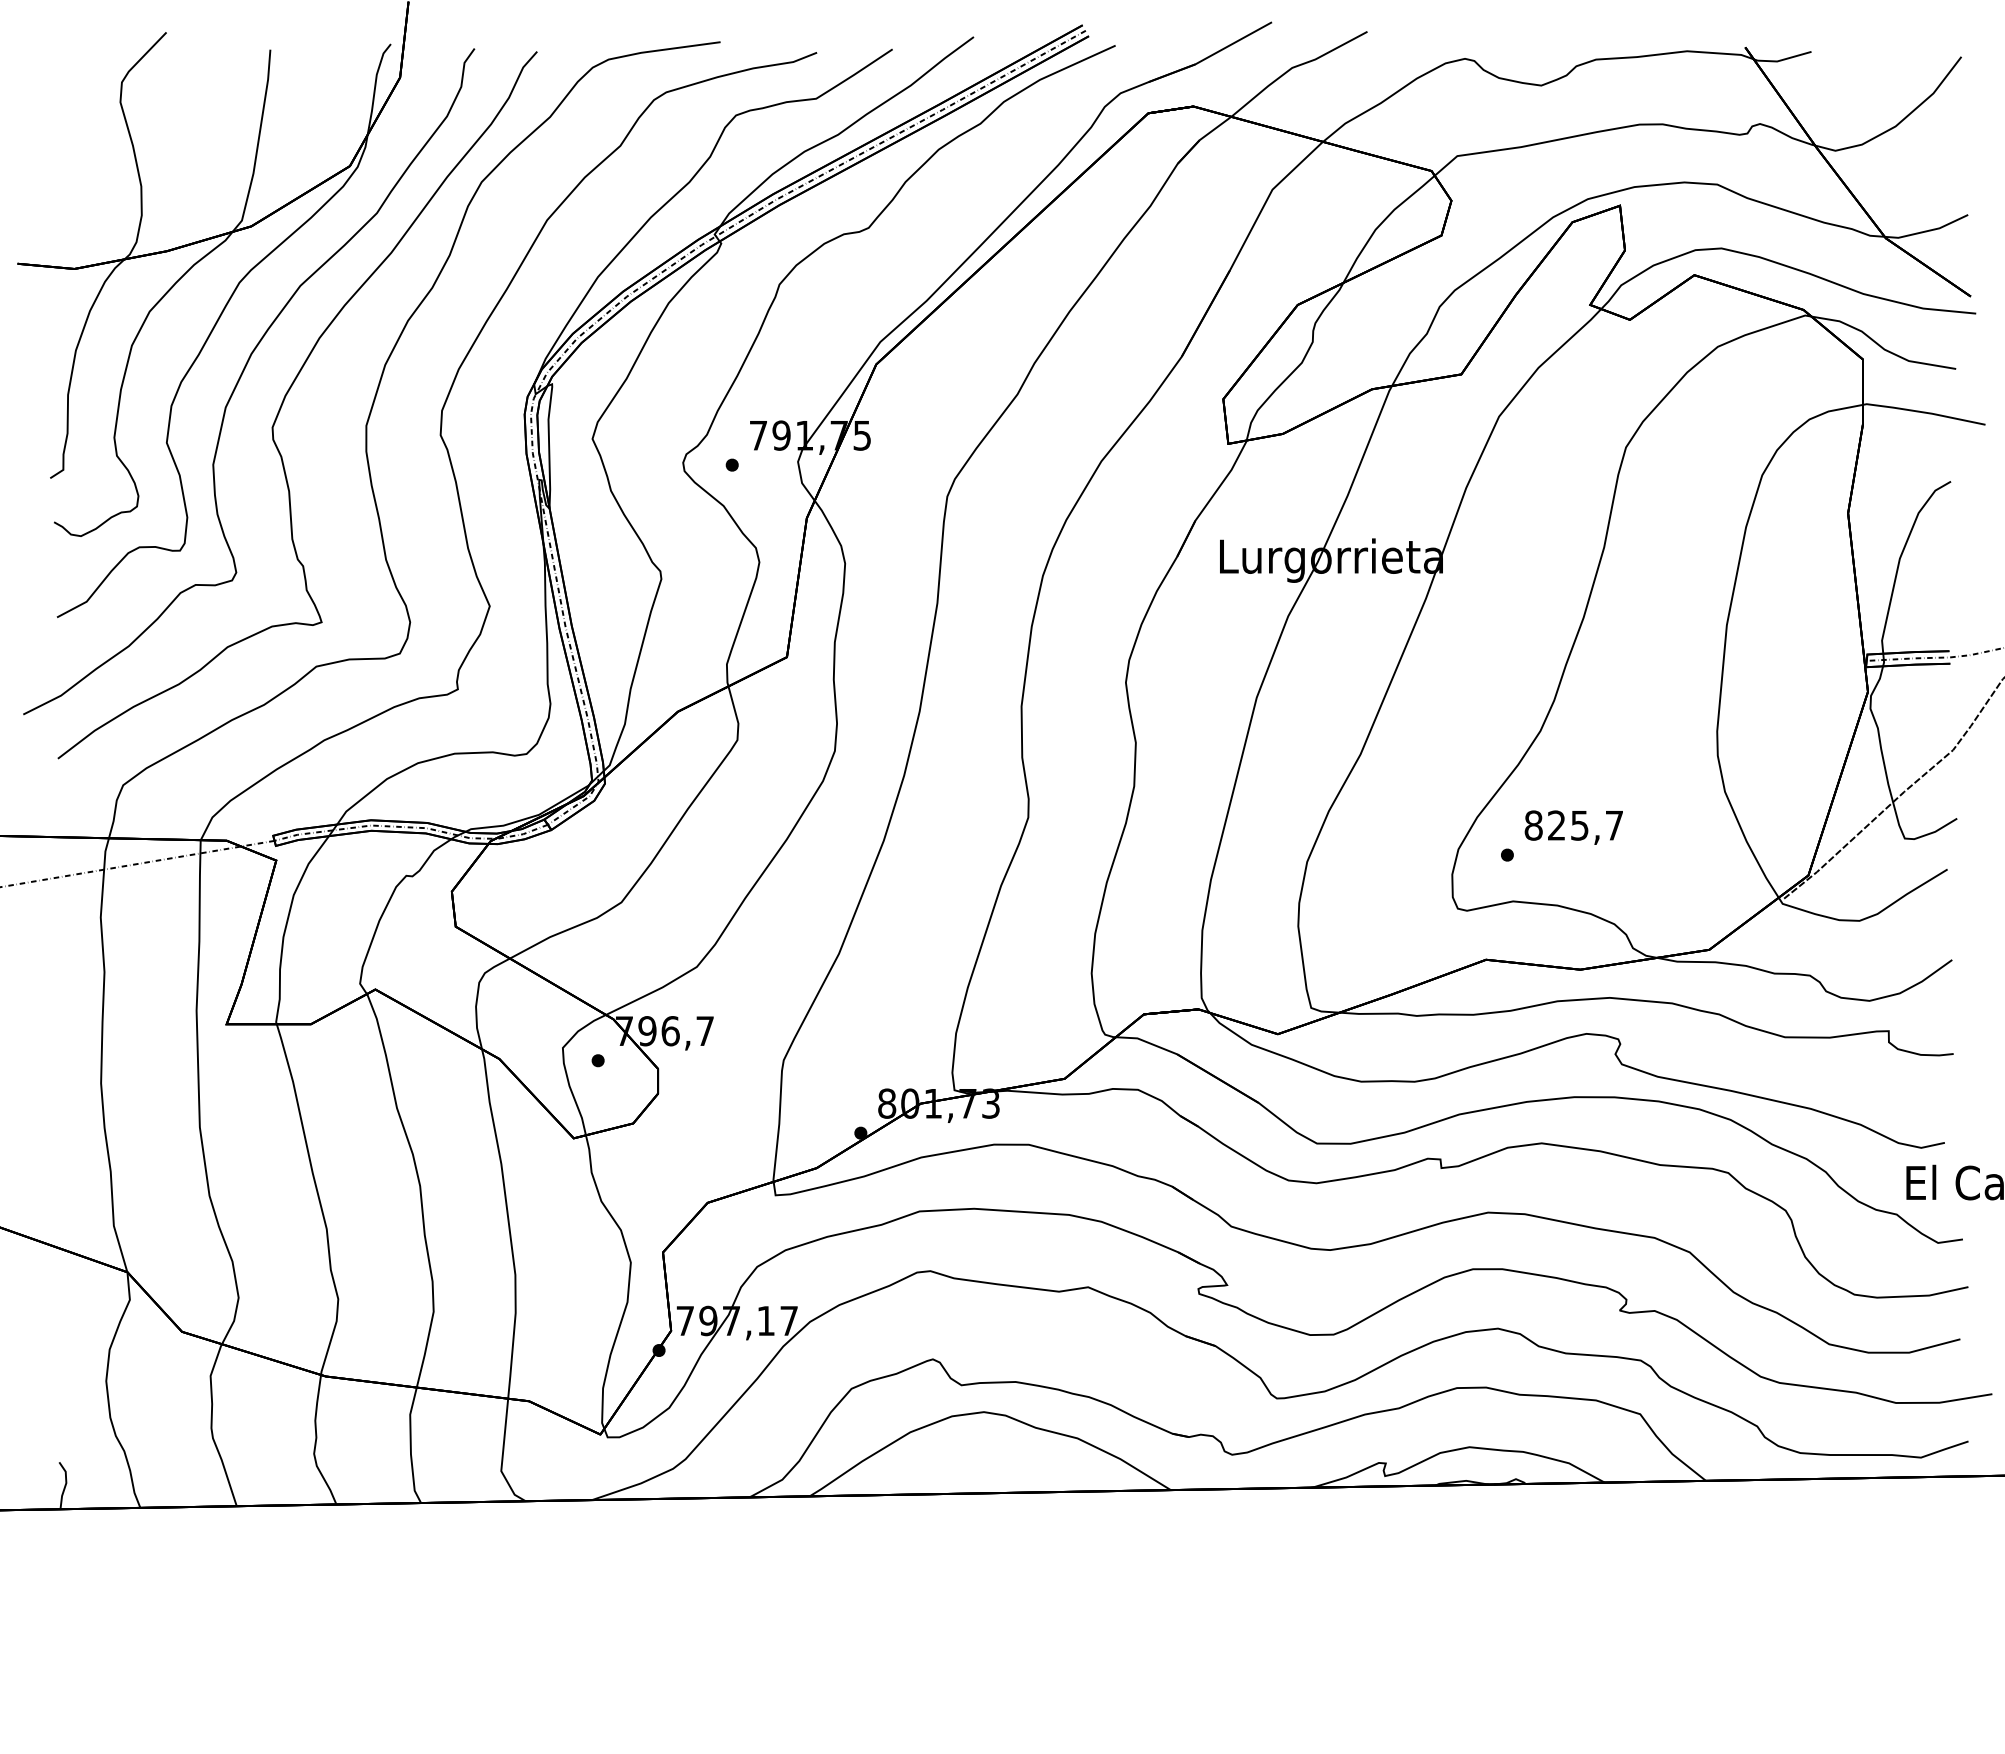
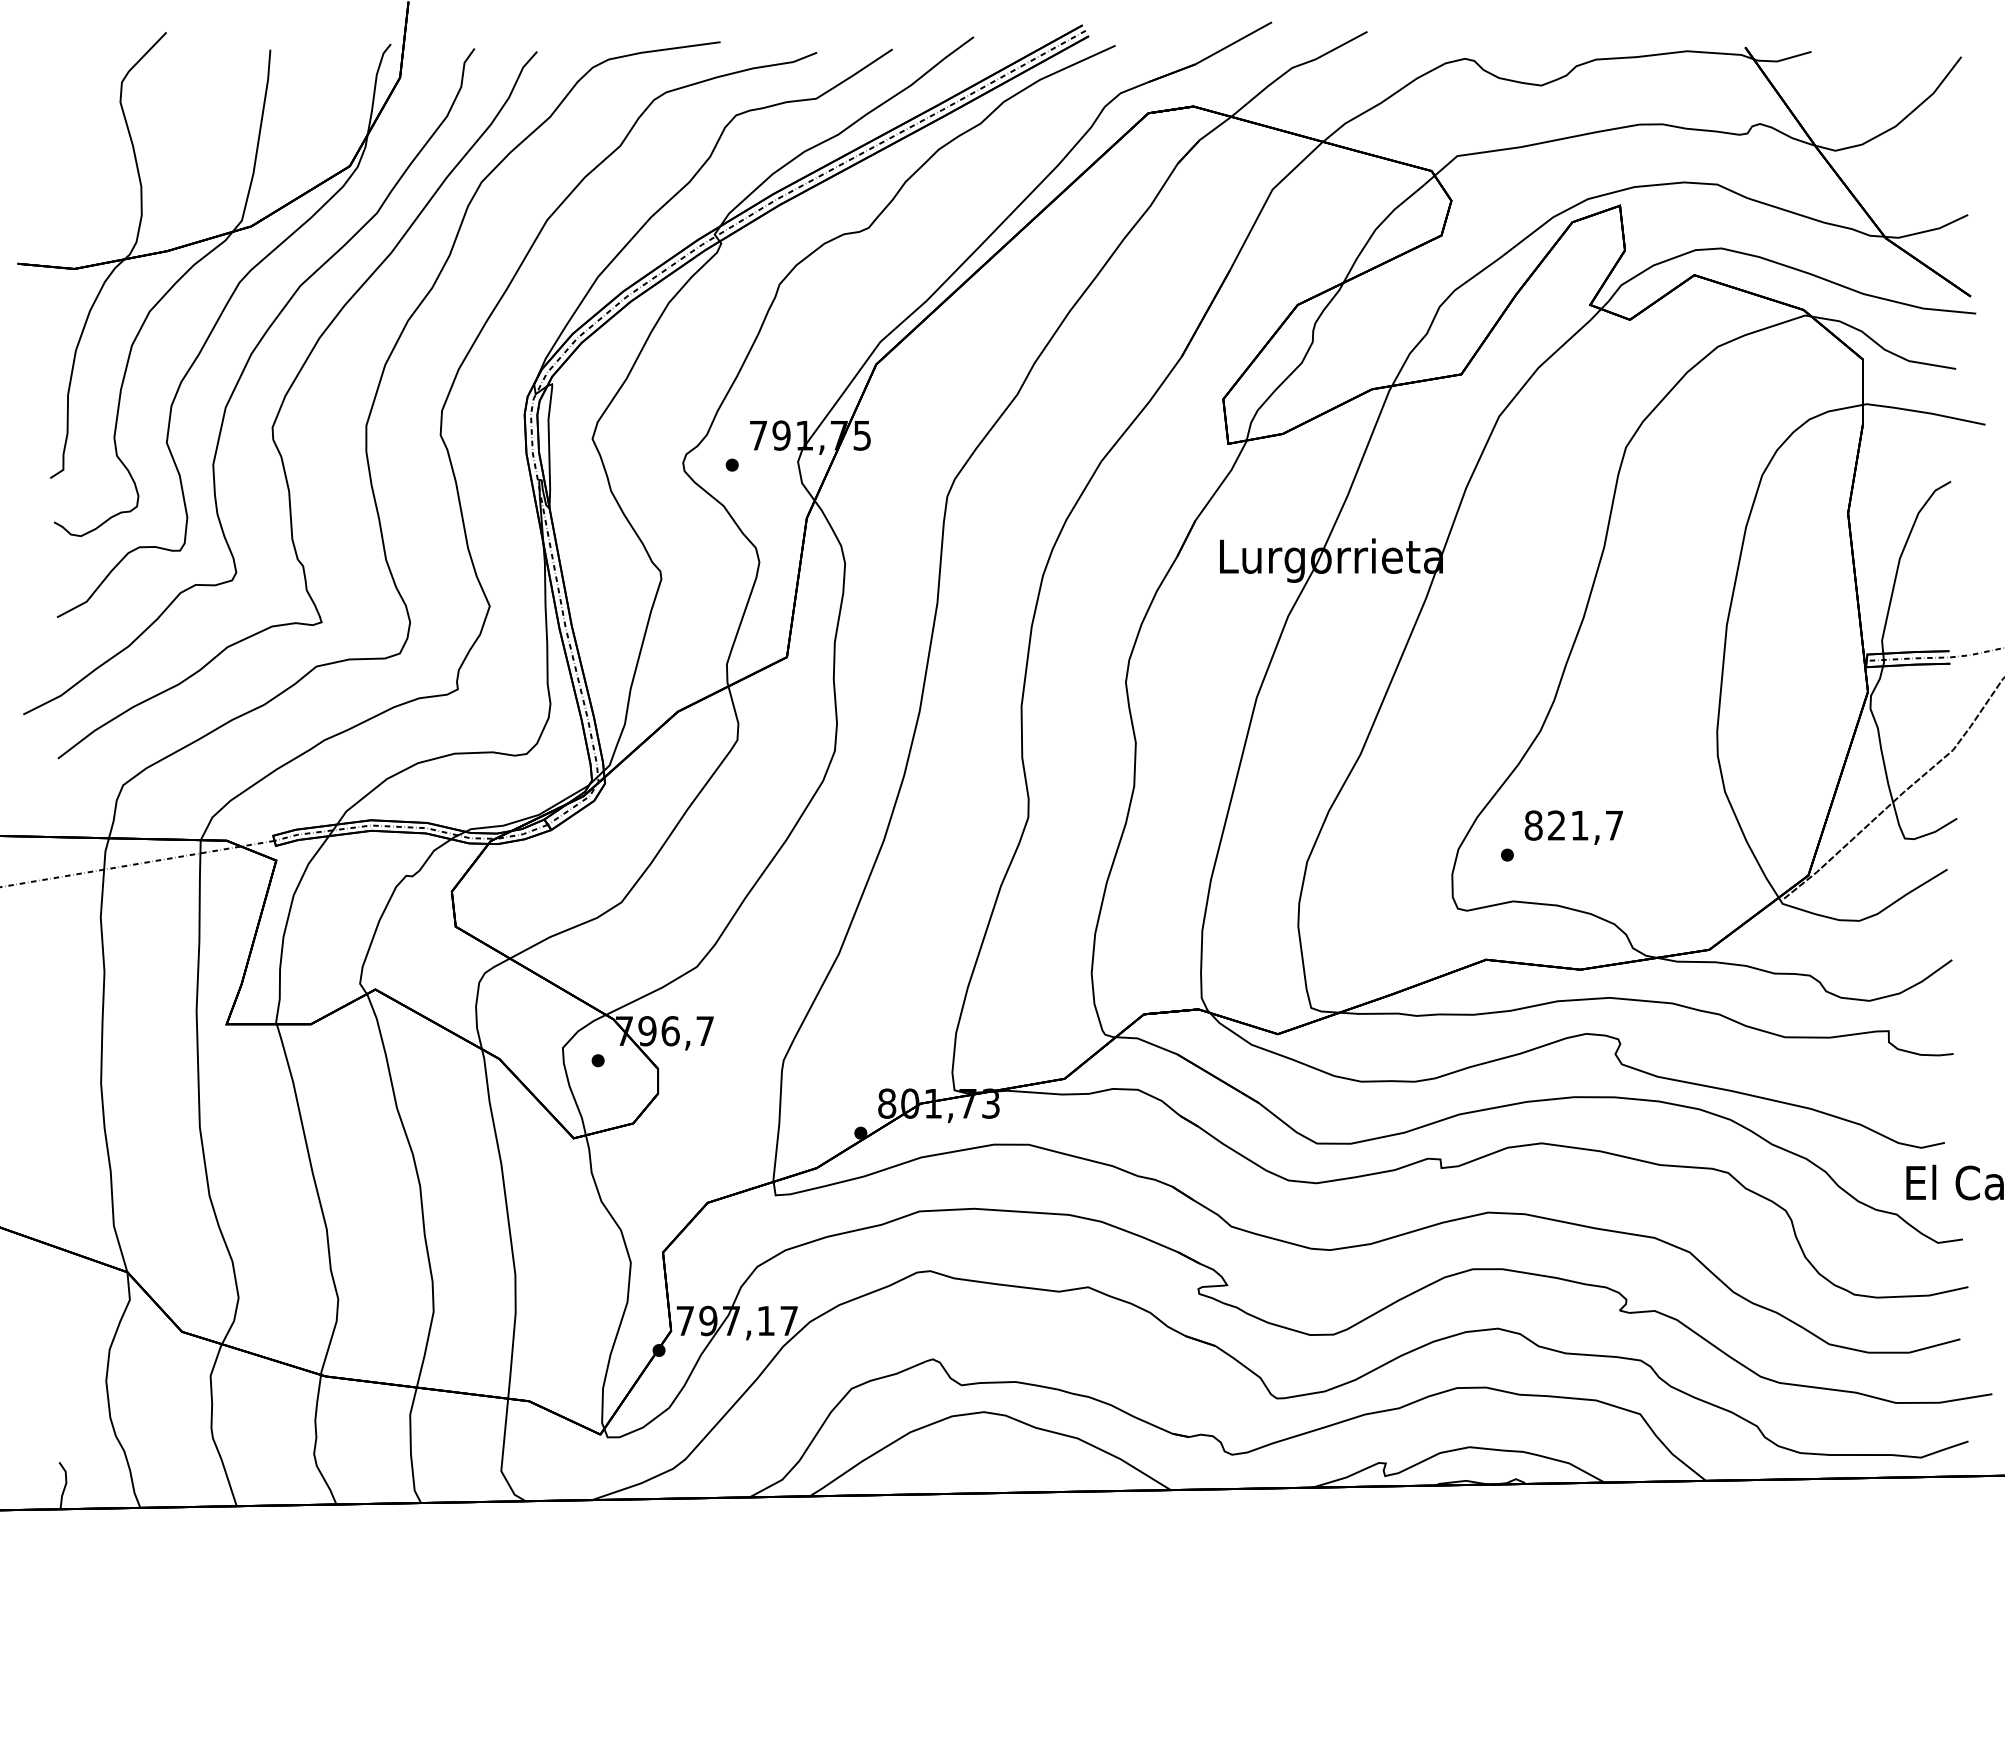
text at (1579, 825): 825,7 -> 821,7
